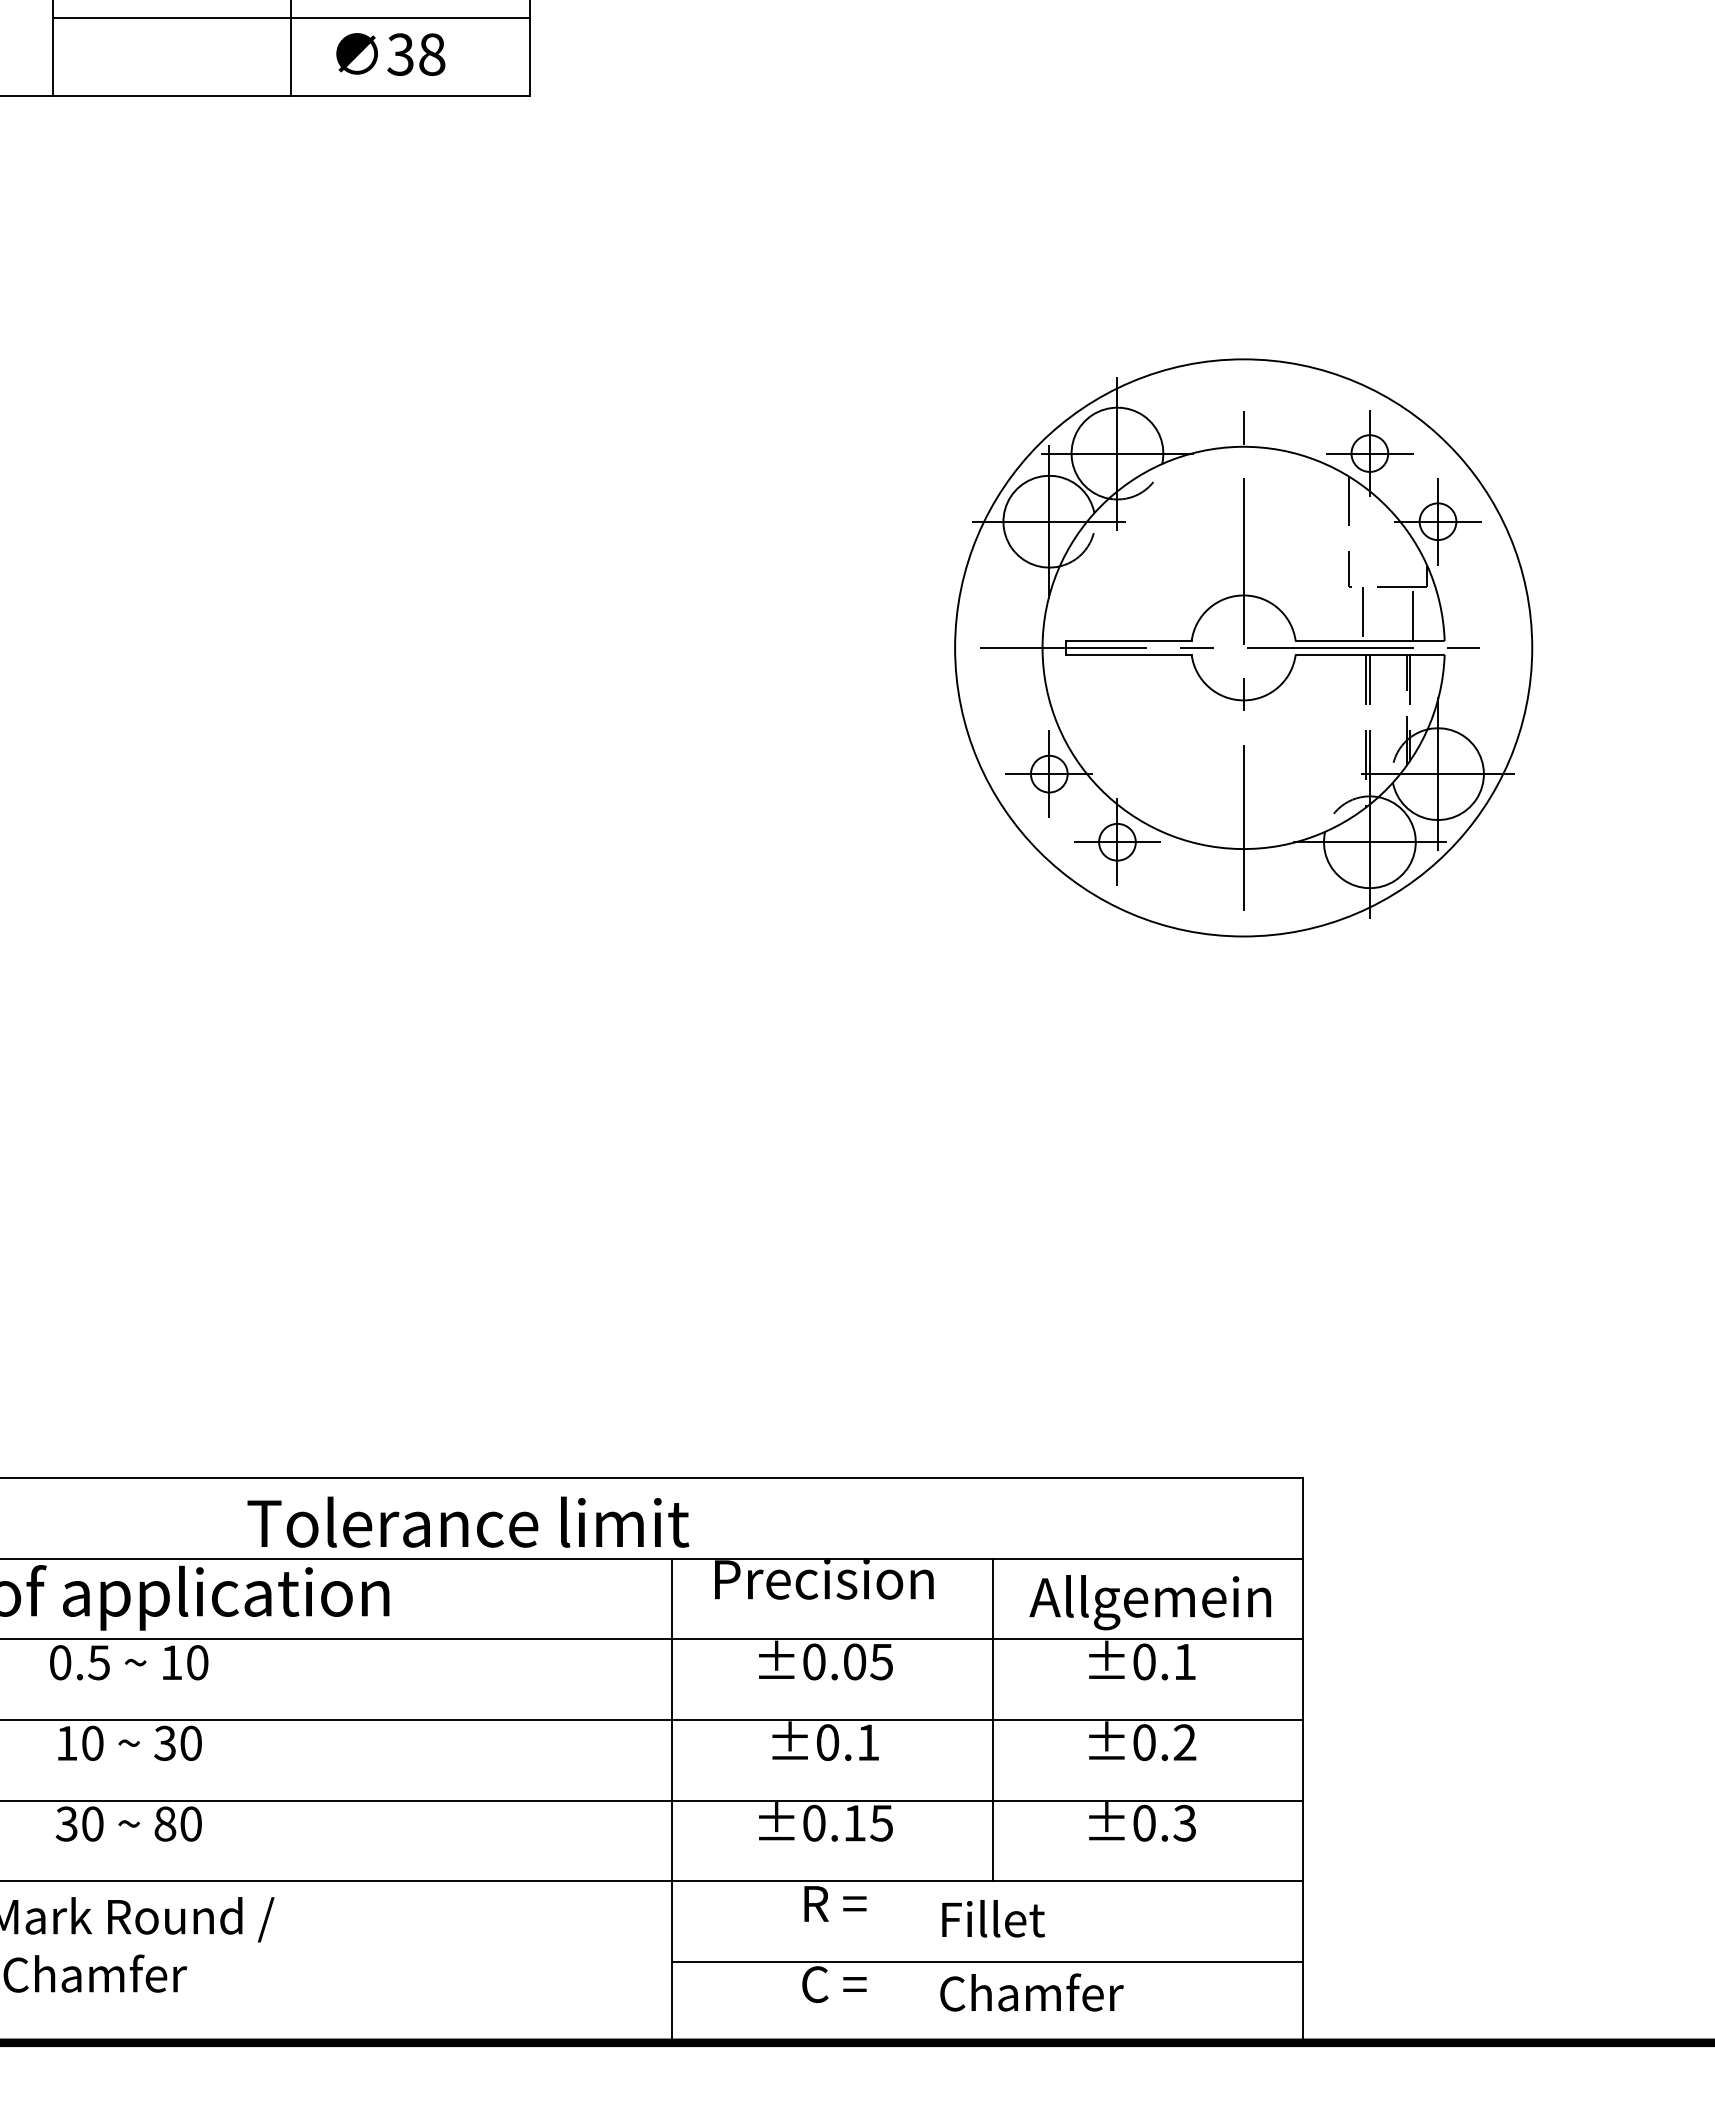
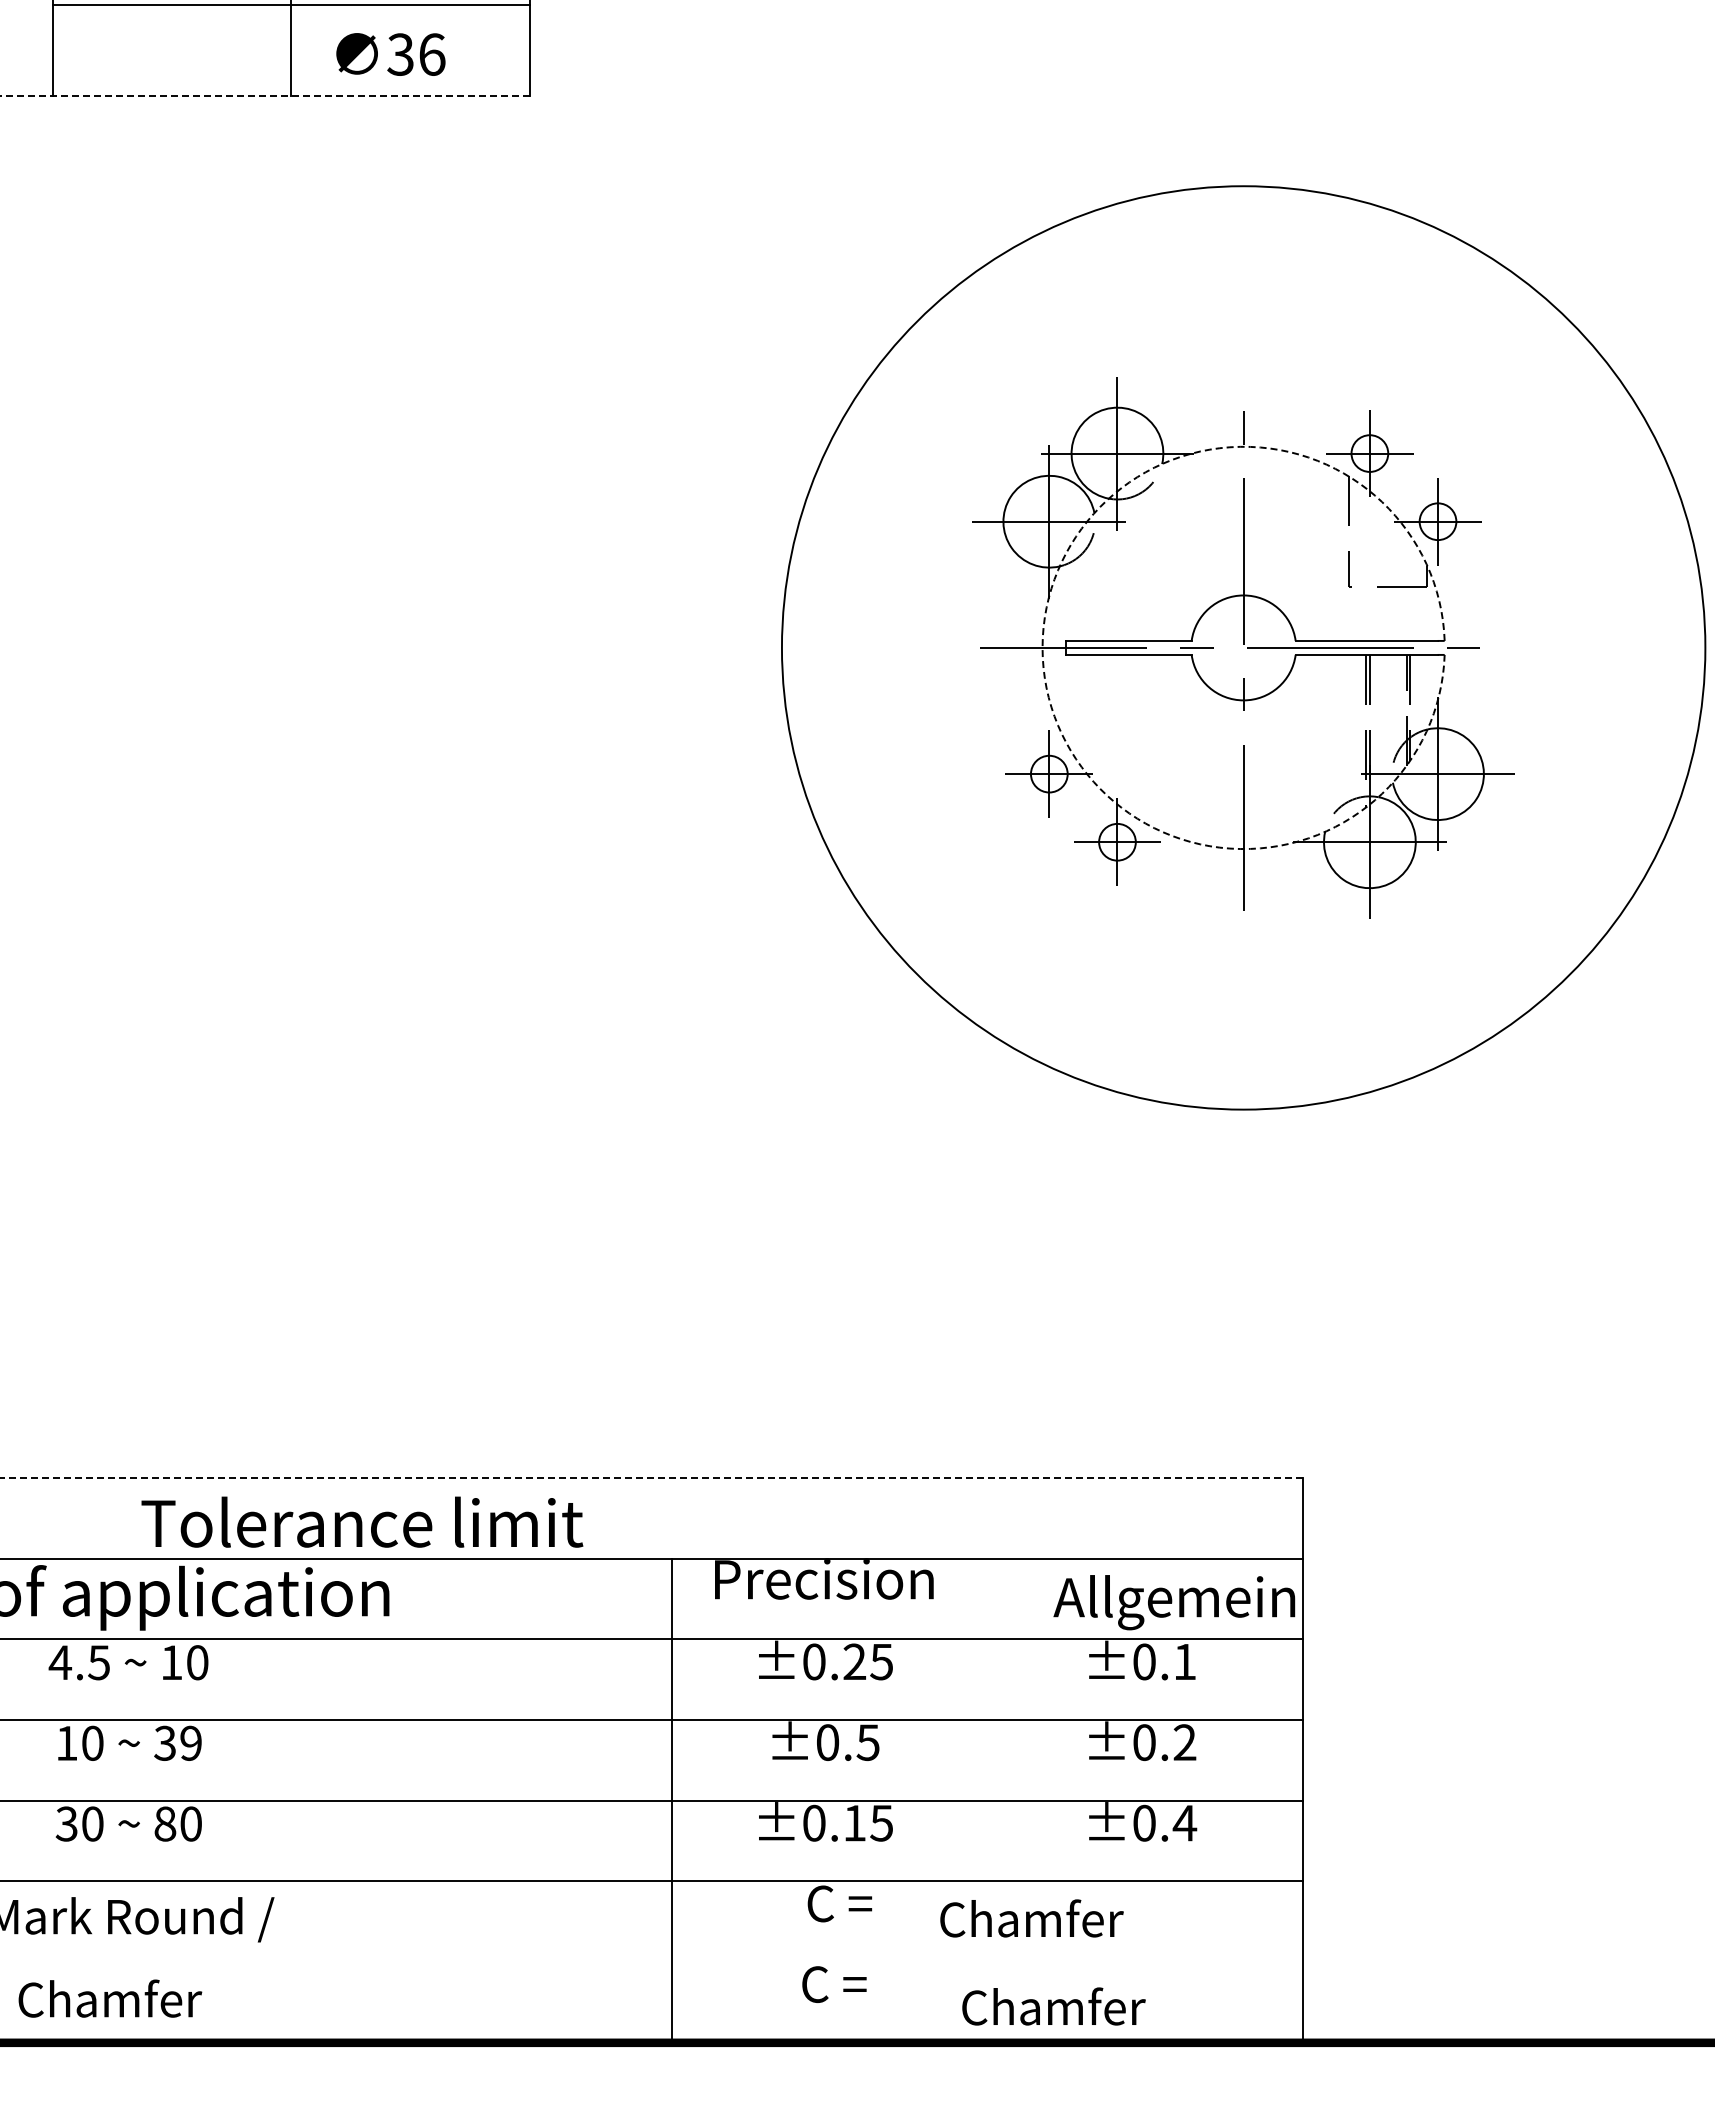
line at (290, 18) position: (290, 18) -> (290, 5)
text at (432, 54): 38 -> 36
line at (264, 96): solid -> dashed
line at (1363, 613): present -> none
line at (1412, 613): present -> none
arc at (1042, 647): solid -> dashed
circle at (1243, 647) diameter: 577 px -> 923 px
line at (651, 1478): solid -> dashed
text at (468, 1521) position: (468, 1521) -> (362, 1521)
text at (1150, 1602) position: (1150, 1602) -> (1174, 1602)
text at (854, 1661): ±0.05 -> ±0.25
text at (60, 1662): 0.5 -> 4.5
line at (992, 1719): present -> none
text at (190, 1742): 30 -> 39
text at (867, 1742): ±0.1 -> ±0.5
text at (1184, 1822): ±0.3 -> ±0.4
text at (838, 1903): R = -> C =
text at (1031, 1918): Fillet -> Chamfer
line at (987, 1962): present -> none
text at (95, 1973) position: (95, 1973) -> (110, 1998)
text at (1031, 1992) position: (1031, 1992) -> (1053, 2006)
